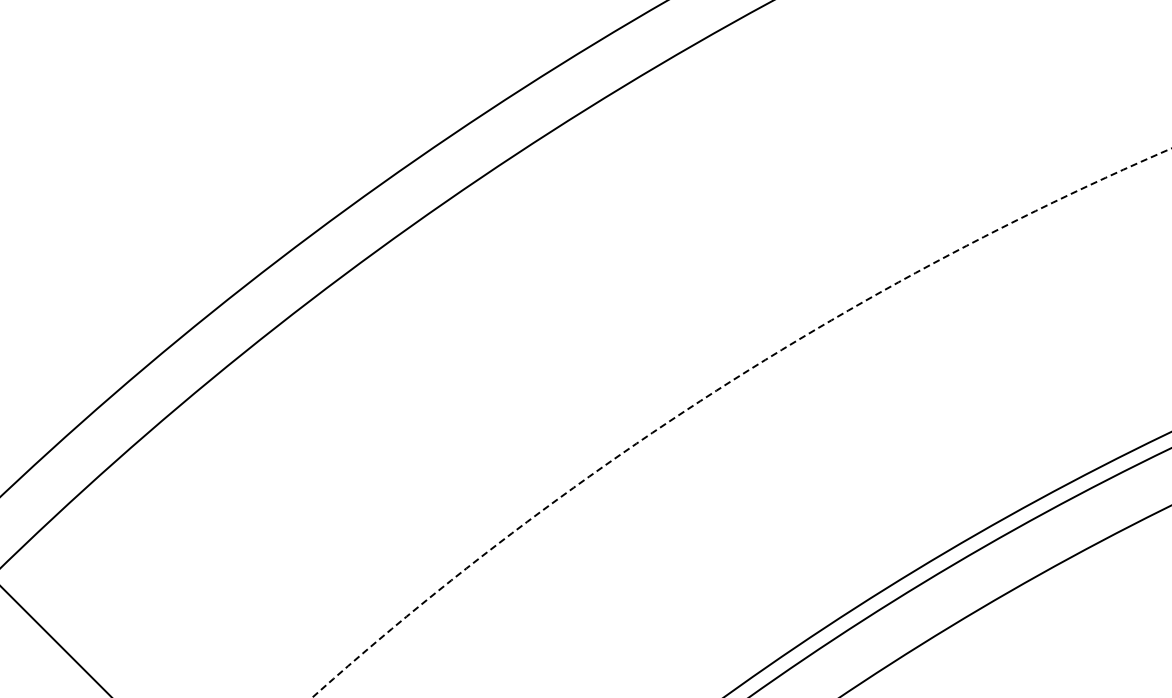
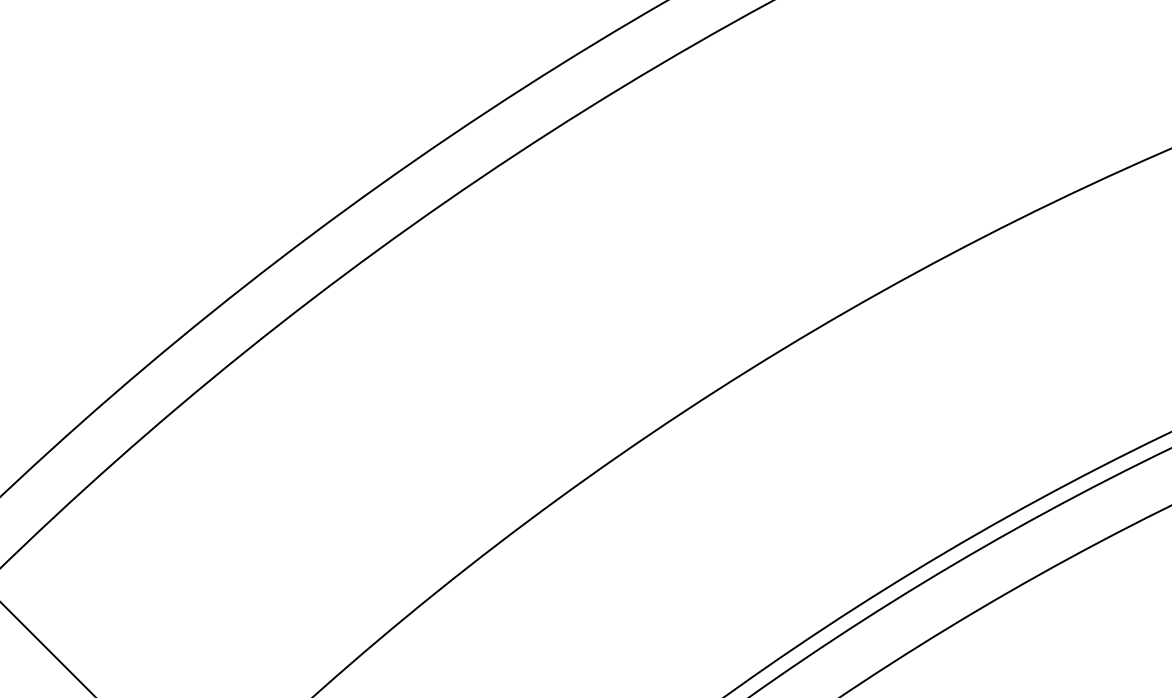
circle at (741, 422): dashed -> solid
line at (55, 641) position: (55, 641) -> (47, 649)
